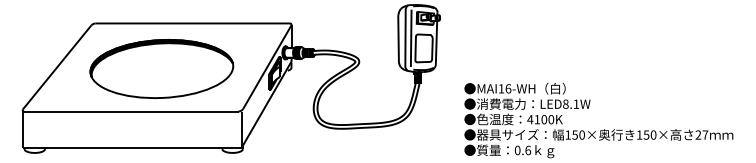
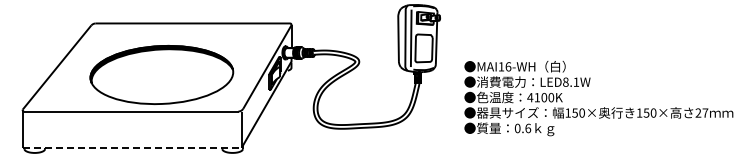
part at (161, 68) position: (161, 68) -> (161, 74)
text at (598, 120) position: (598, 120) -> (598, 98)
line at (132, 147): solid -> dashed
